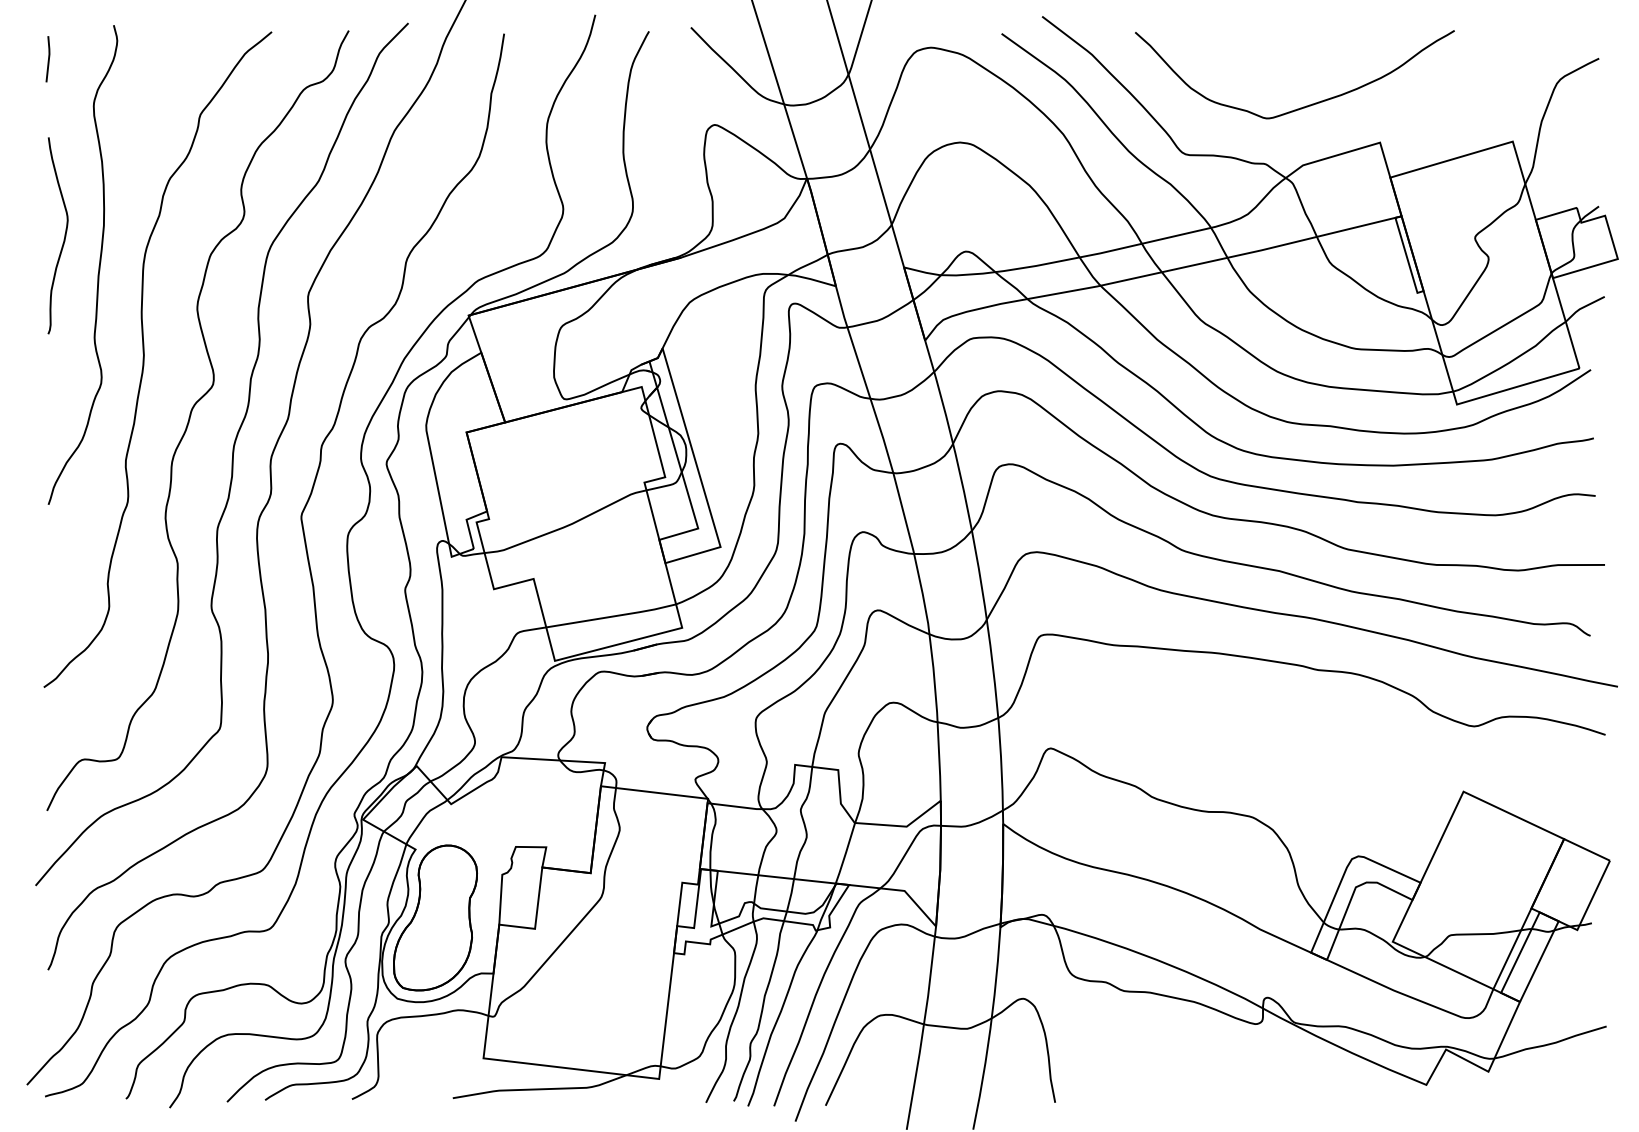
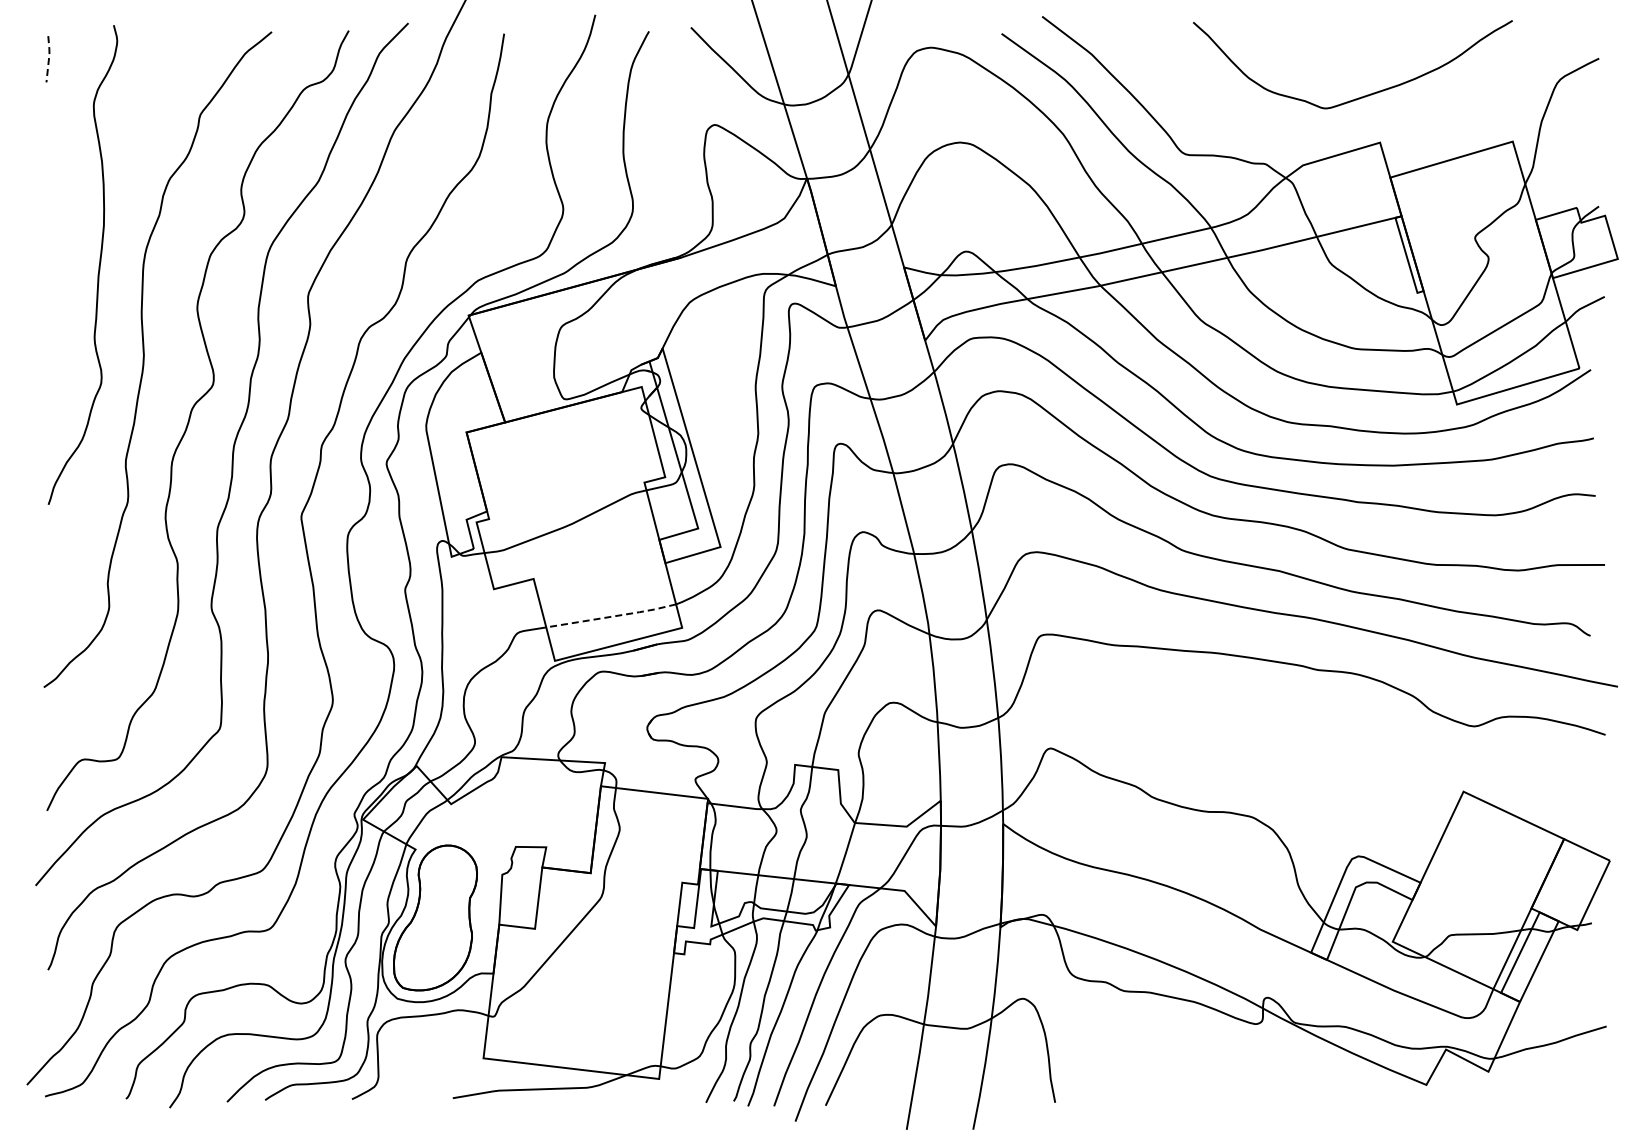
line at (49, 58): solid -> dashed
curve at (1306, 105) position: (1306, 105) -> (1364, 95)
curve at (64, 235): present -> none
line at (612, 616): solid -> dashed
